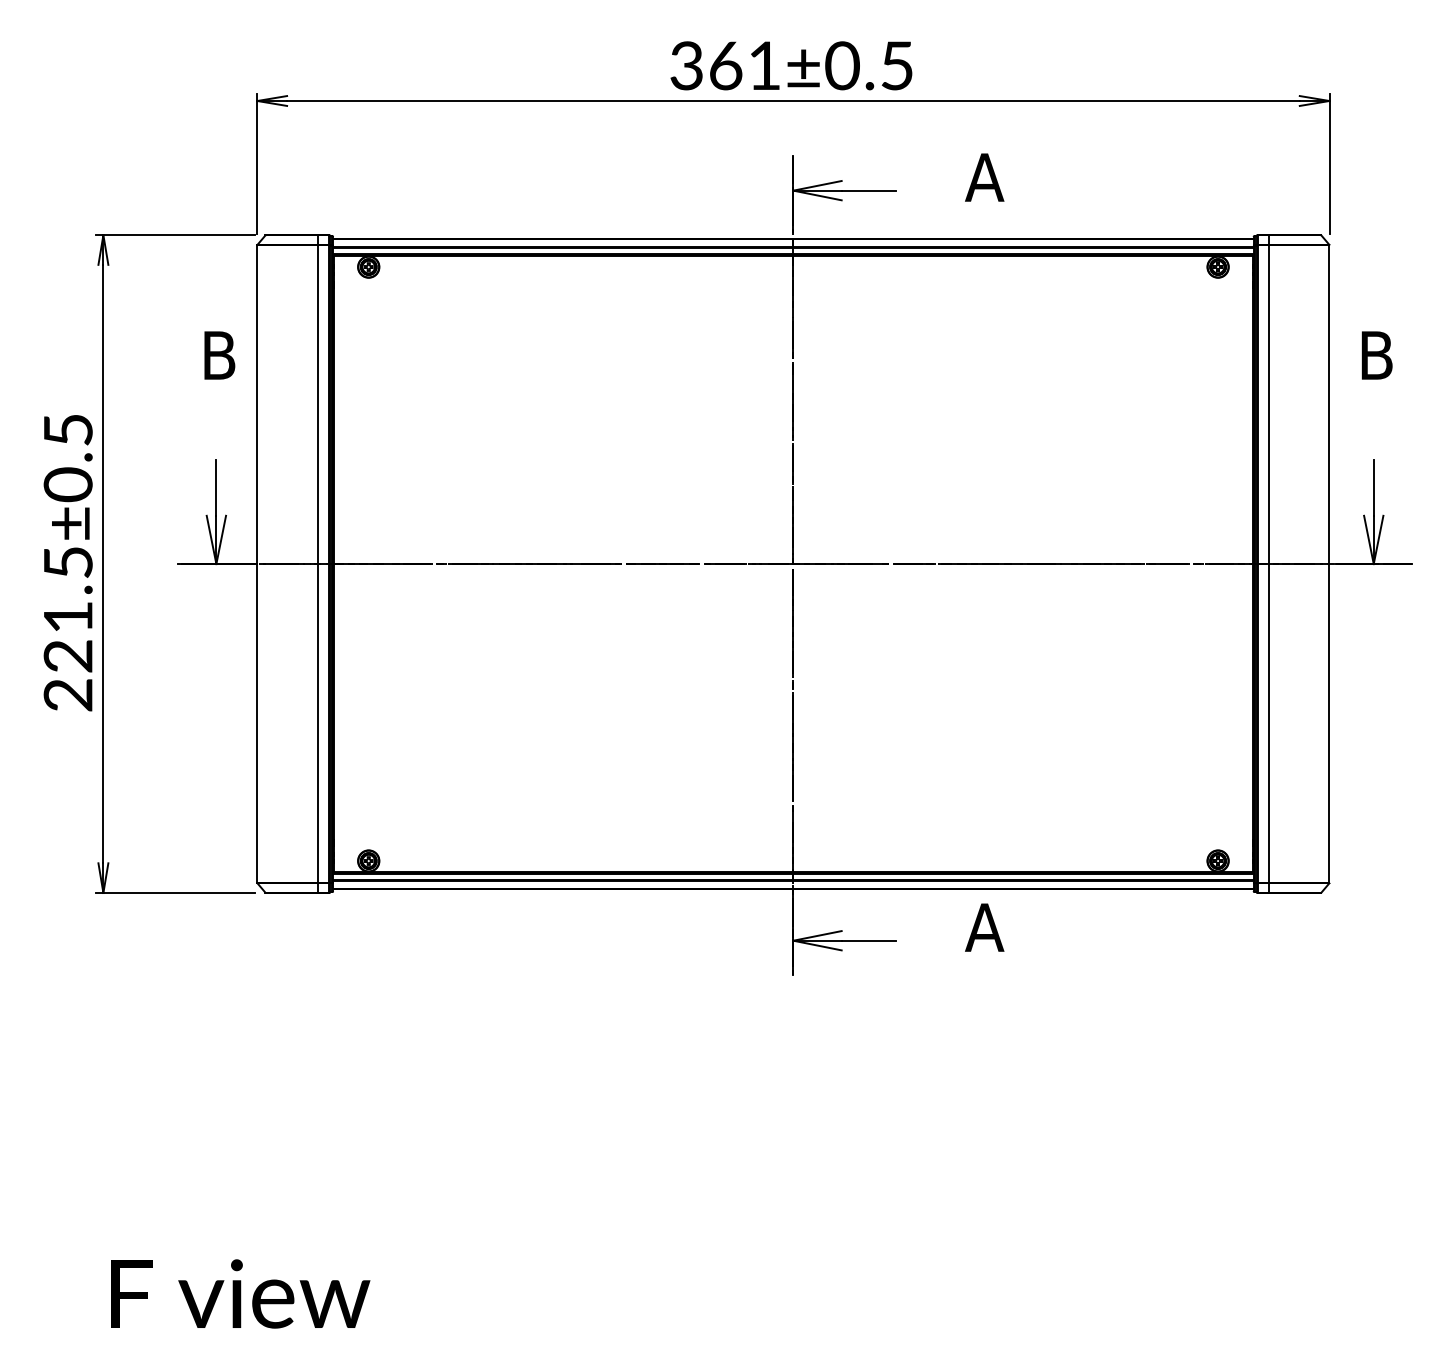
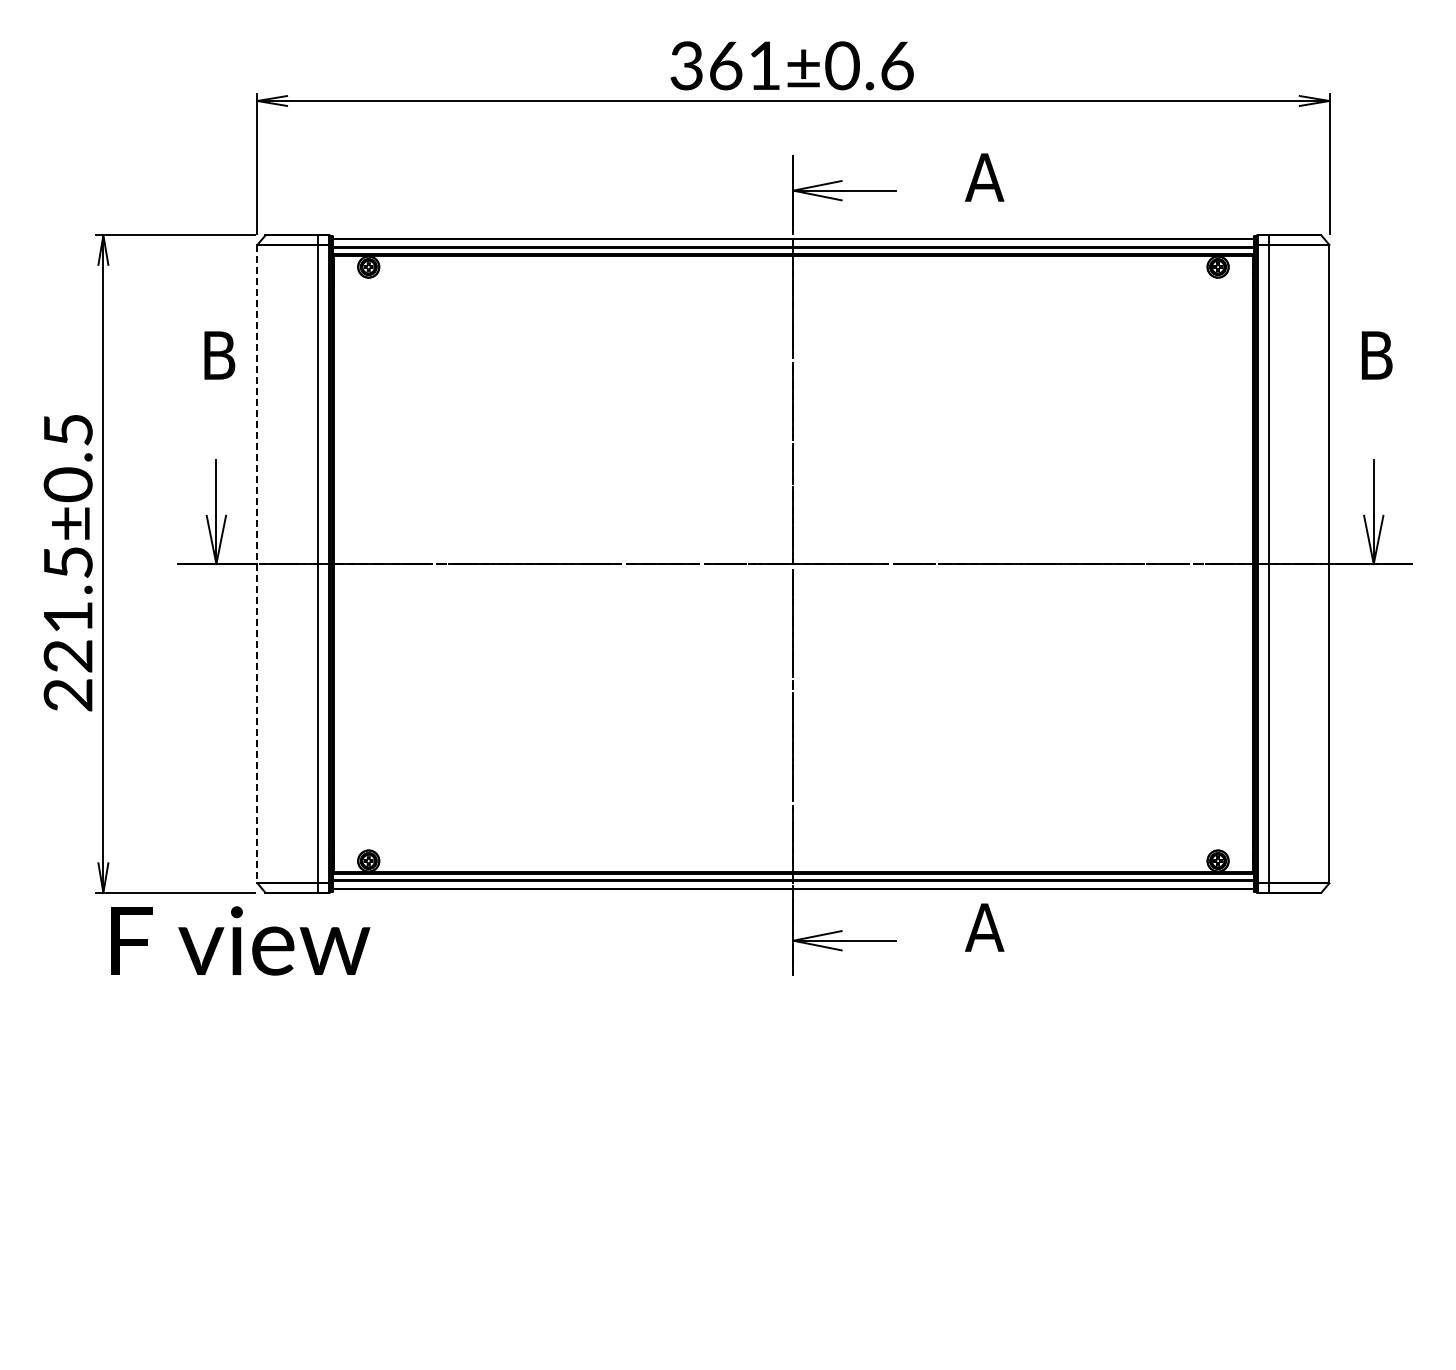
text at (897, 65): 361±0.5 -> 361±0.6
line at (257, 564): solid -> dashed
text at (240, 1293) position: (240, 1293) -> (240, 940)
